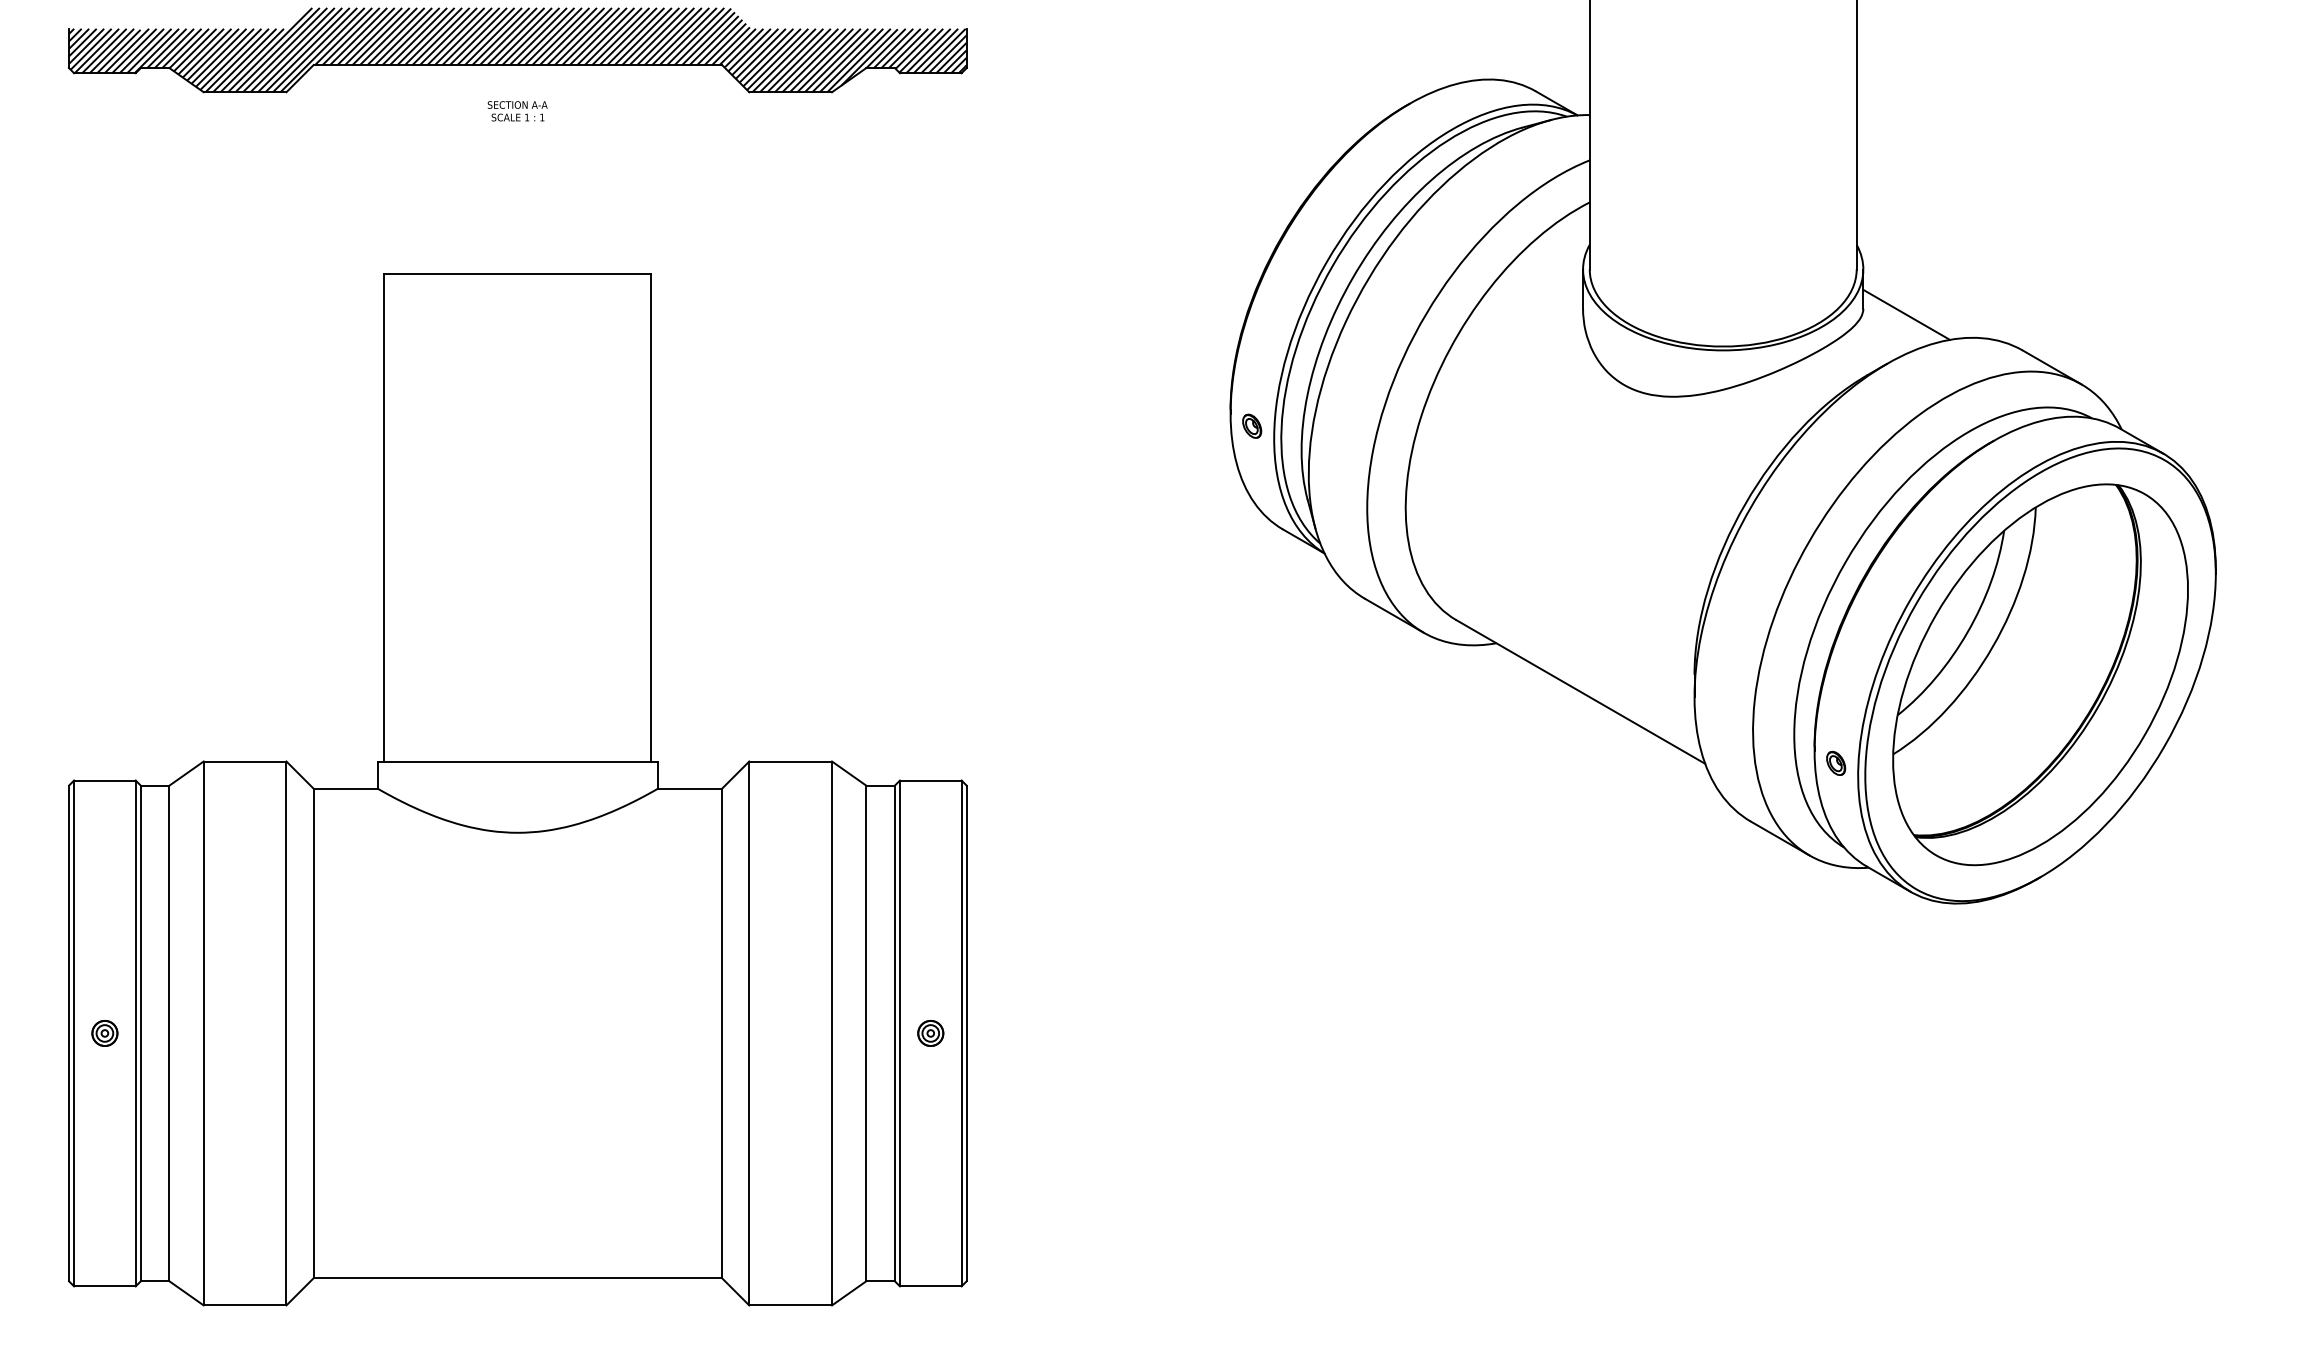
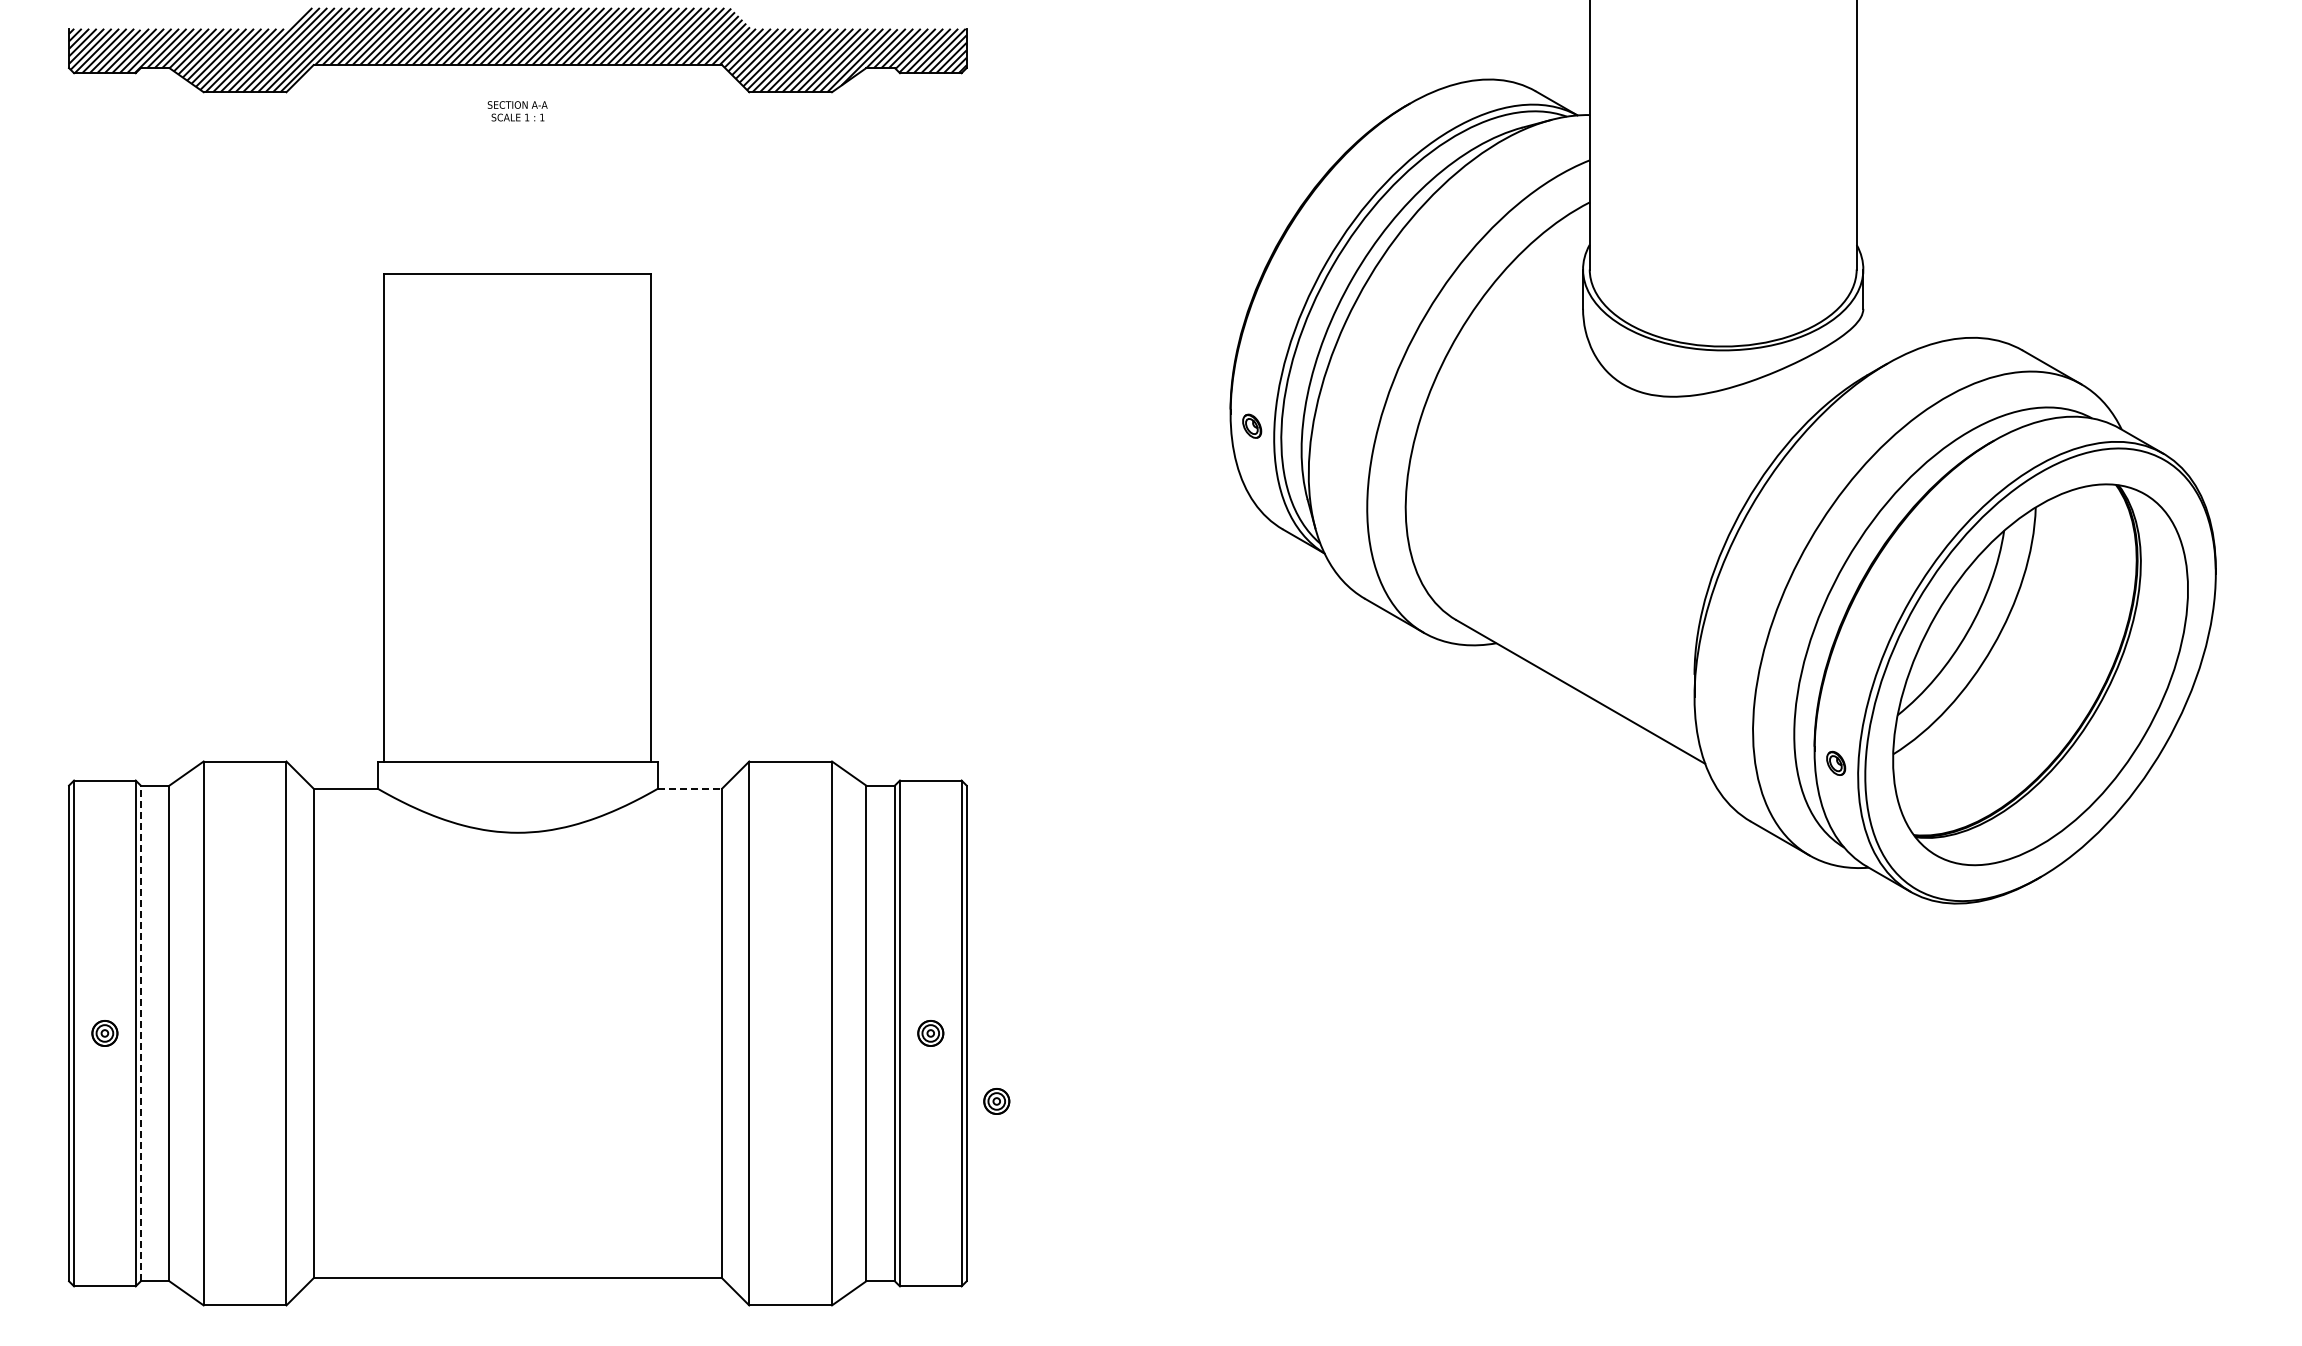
line at (1906, 314): present -> none
line at (690, 788): solid -> dashed
line at (140, 1033): solid -> dashed
part at (996, 1101): none -> present
